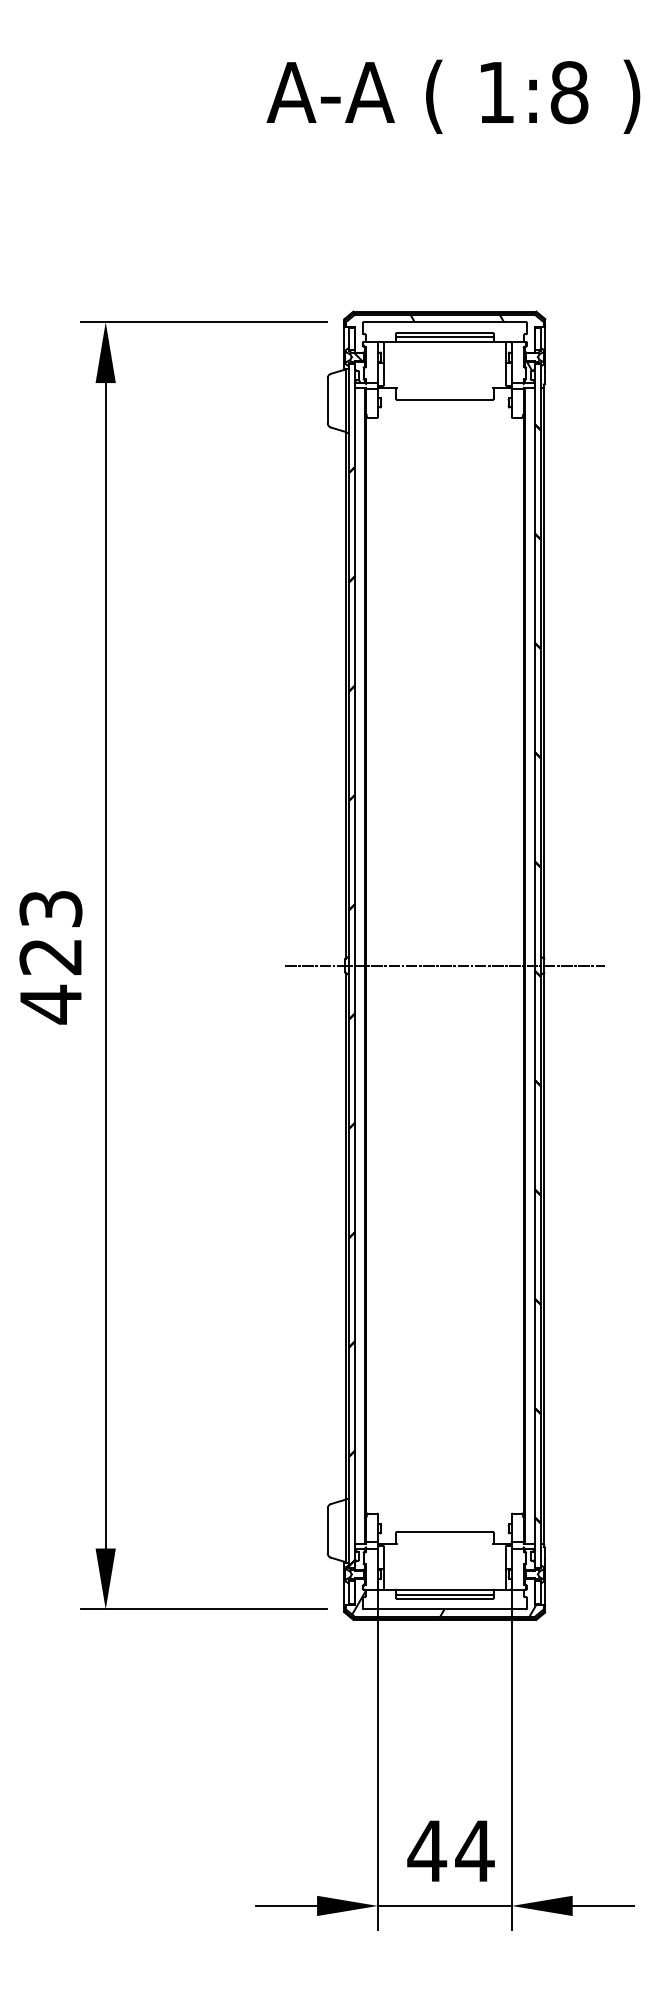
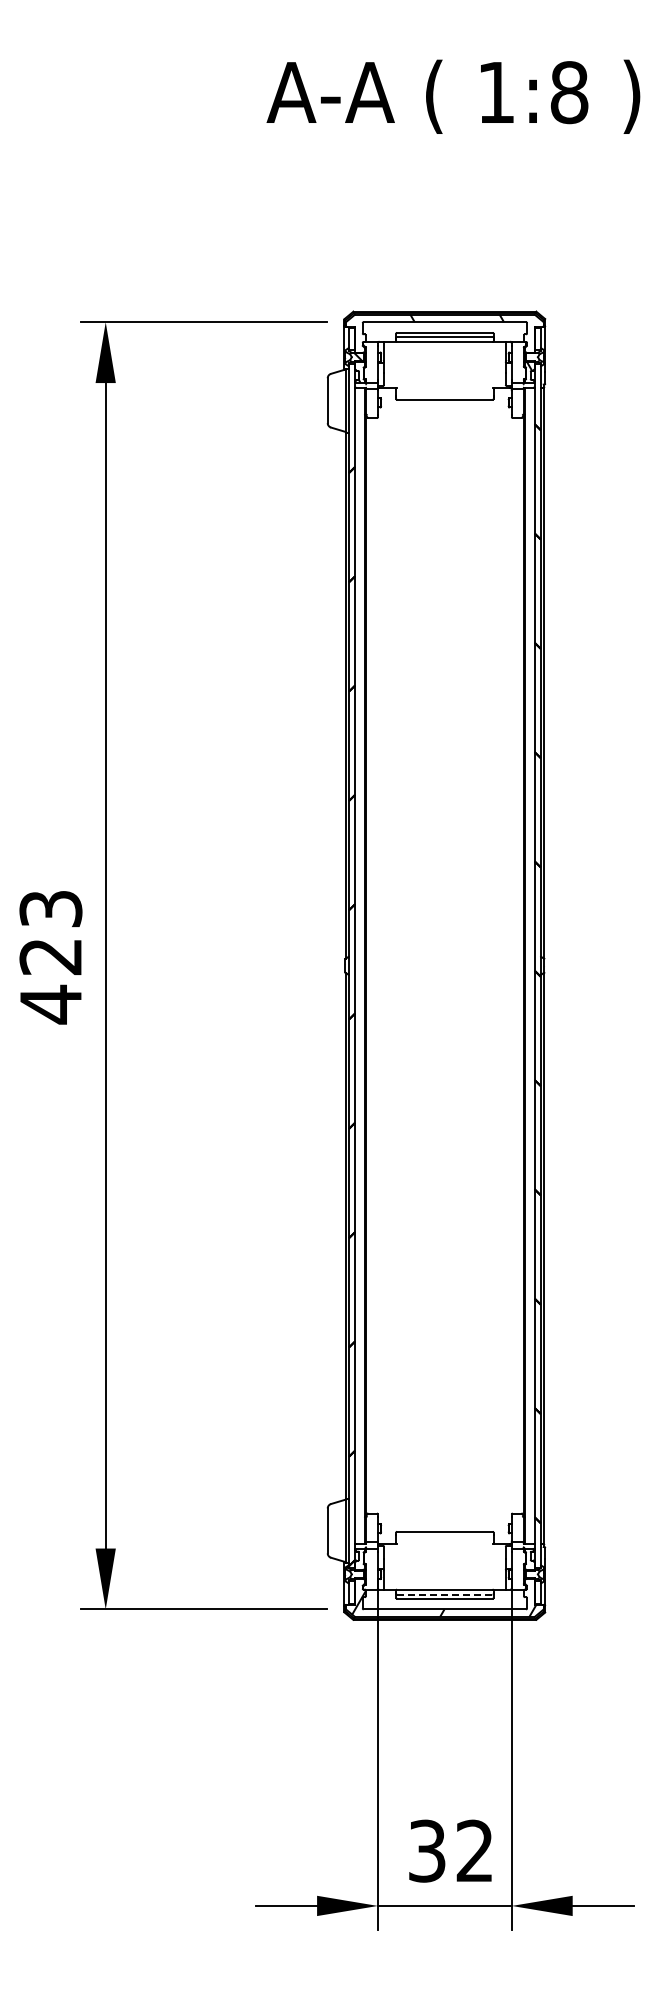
line at (444, 965): present -> none
line at (444, 1594): solid -> dashed
text at (450, 1850): 44 -> 32
